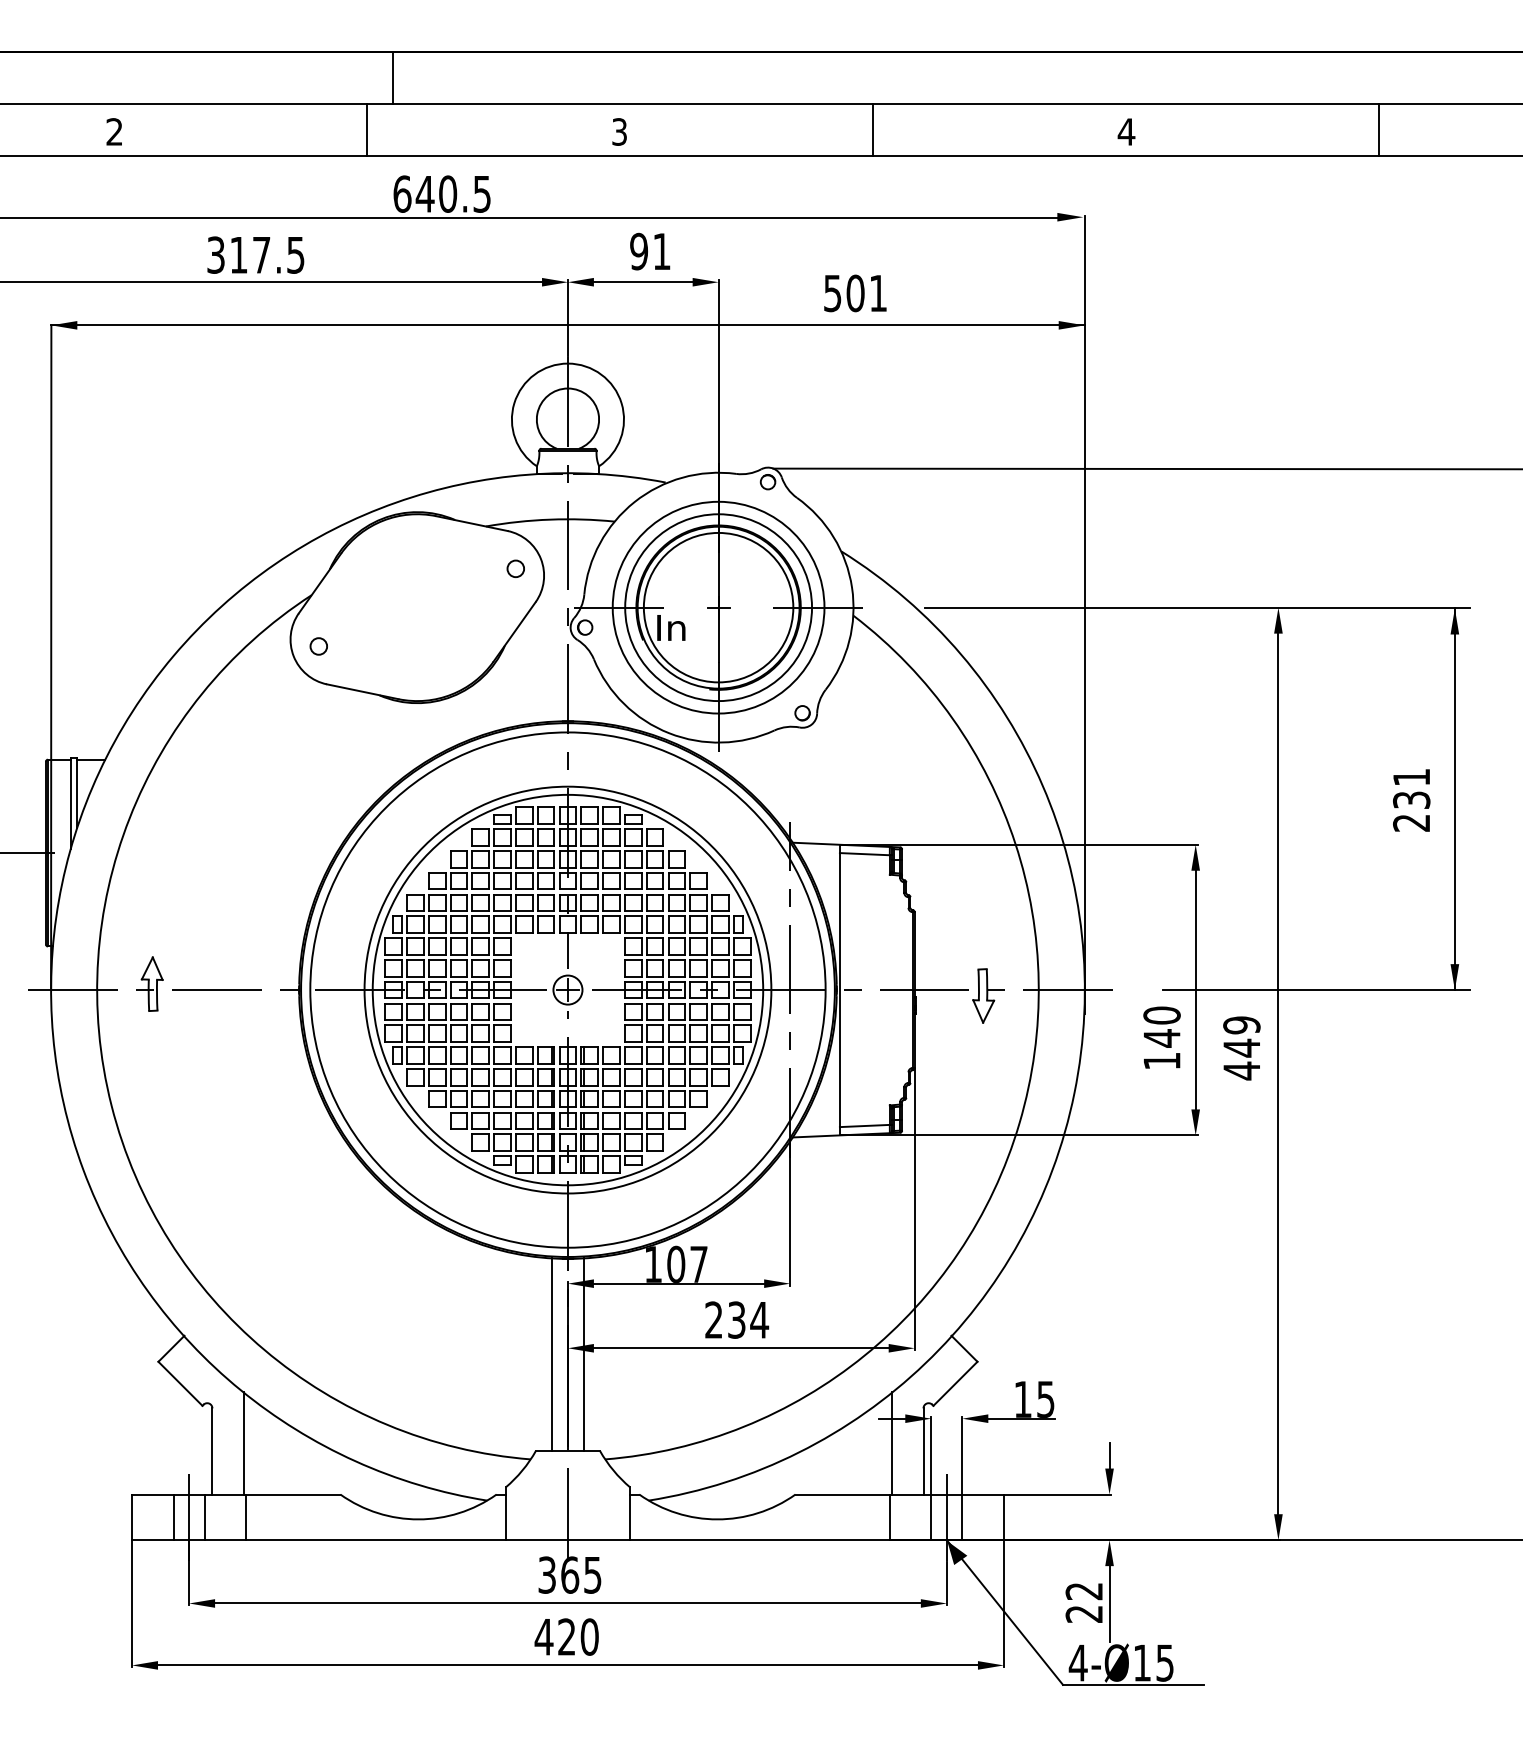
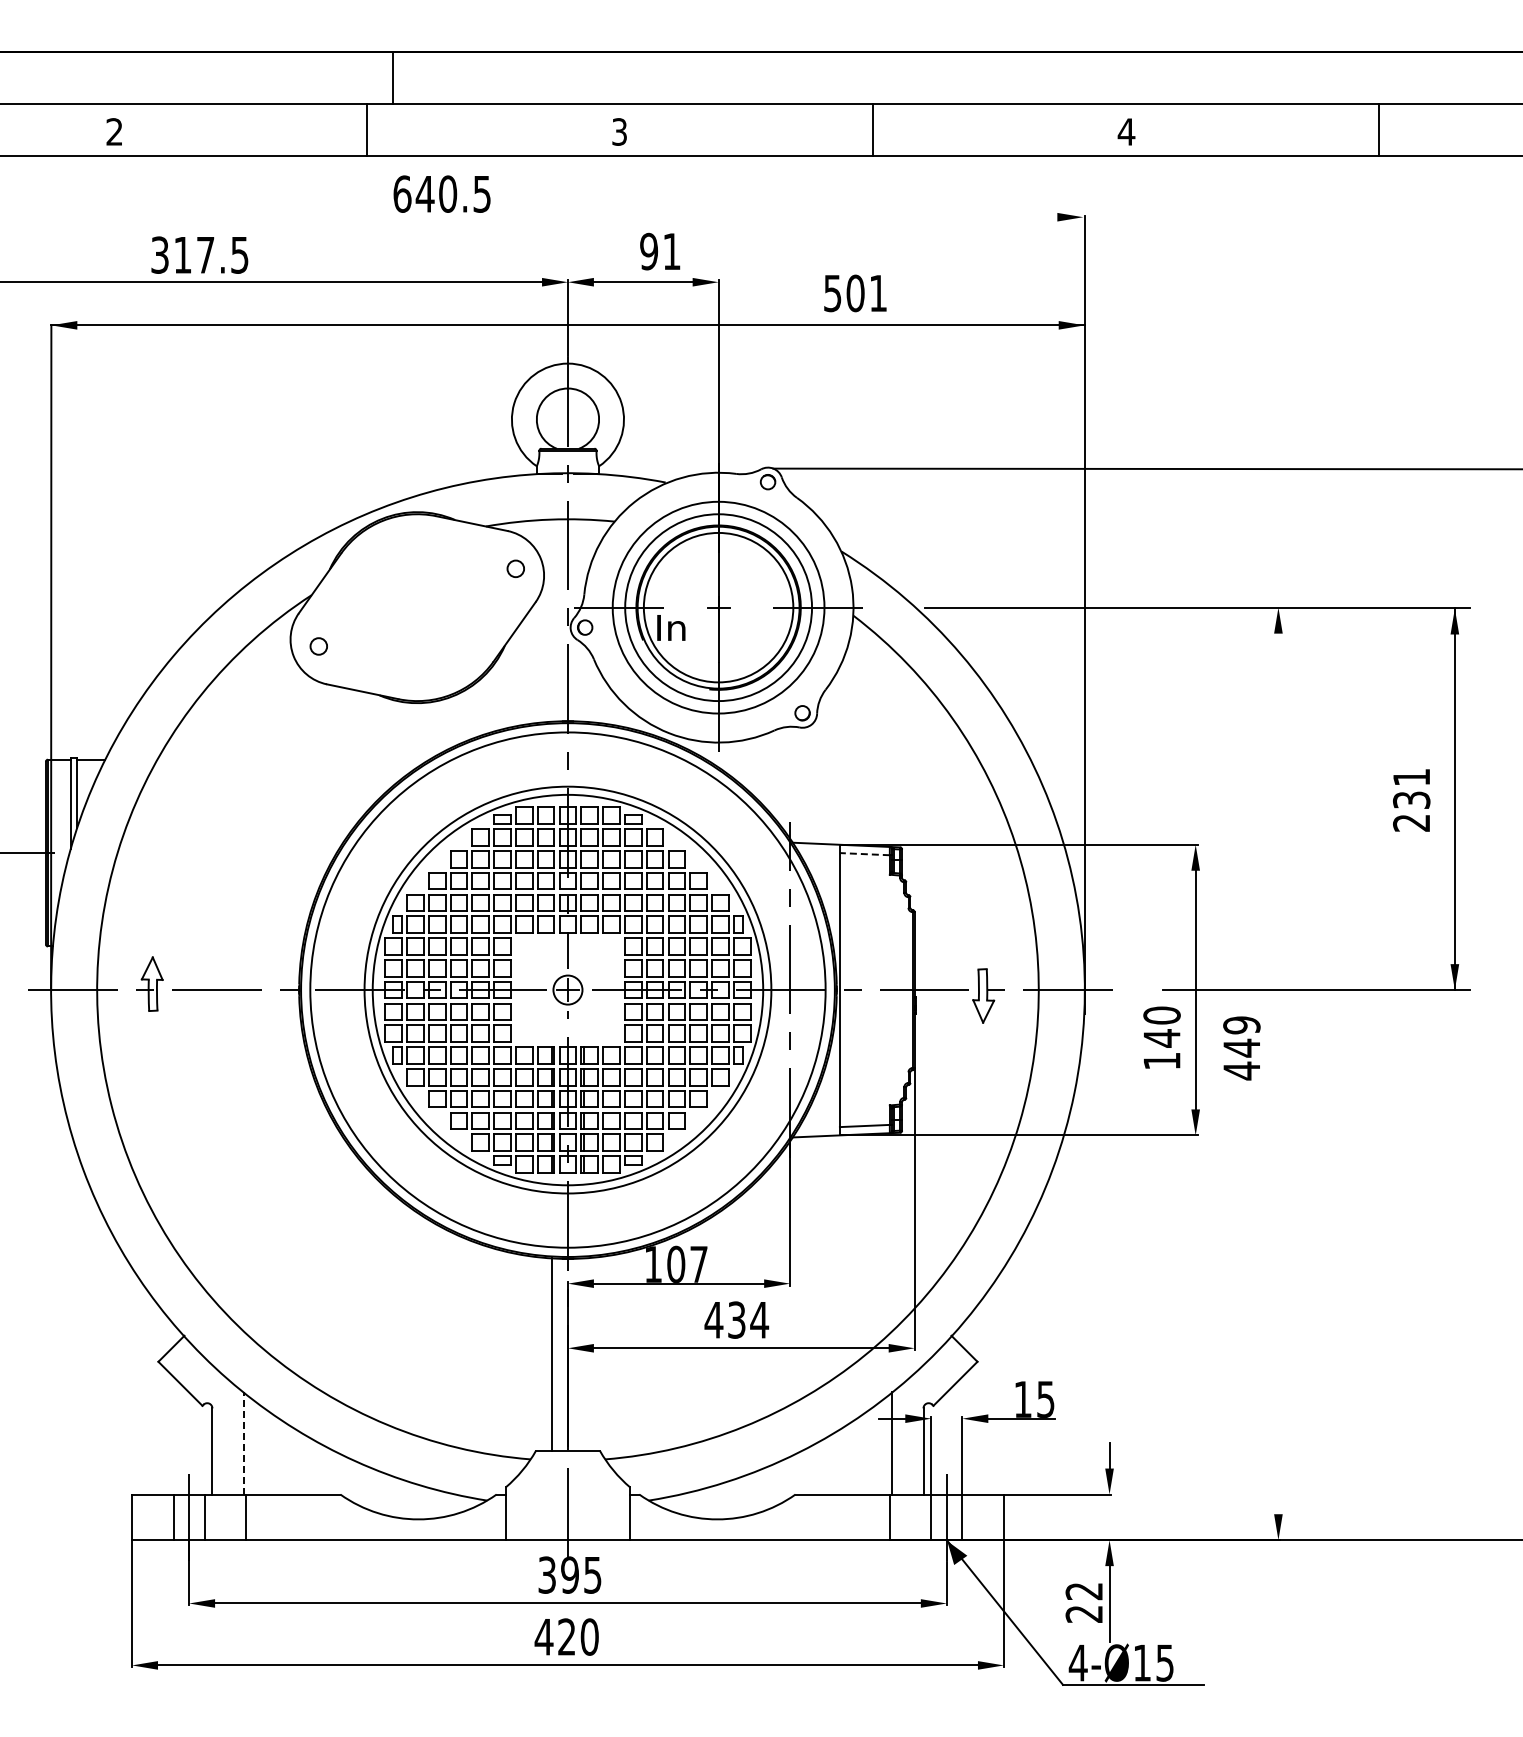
line at (530, 218): present -> none
text at (650, 251) position: (650, 251) -> (660, 251)
text at (255, 254) position: (255, 254) -> (199, 254)
line at (864, 854): solid -> dashed
line at (1278, 1073): present -> none
text at (713, 1319): 234 -> 434
line at (583, 1354): present -> none
line at (243, 1442): solid -> dashed
text at (570, 1574): 365 -> 395
